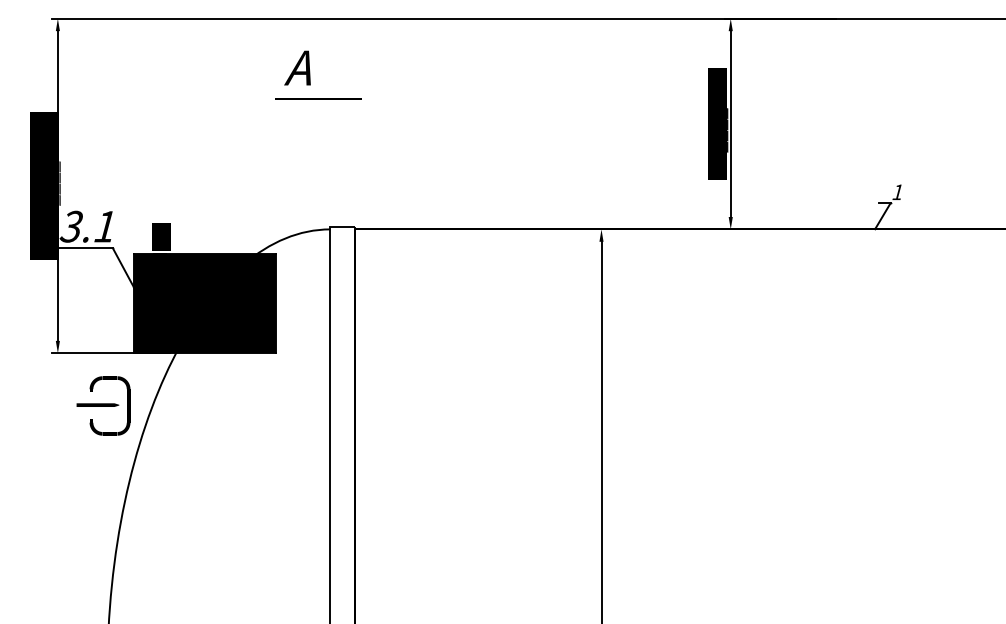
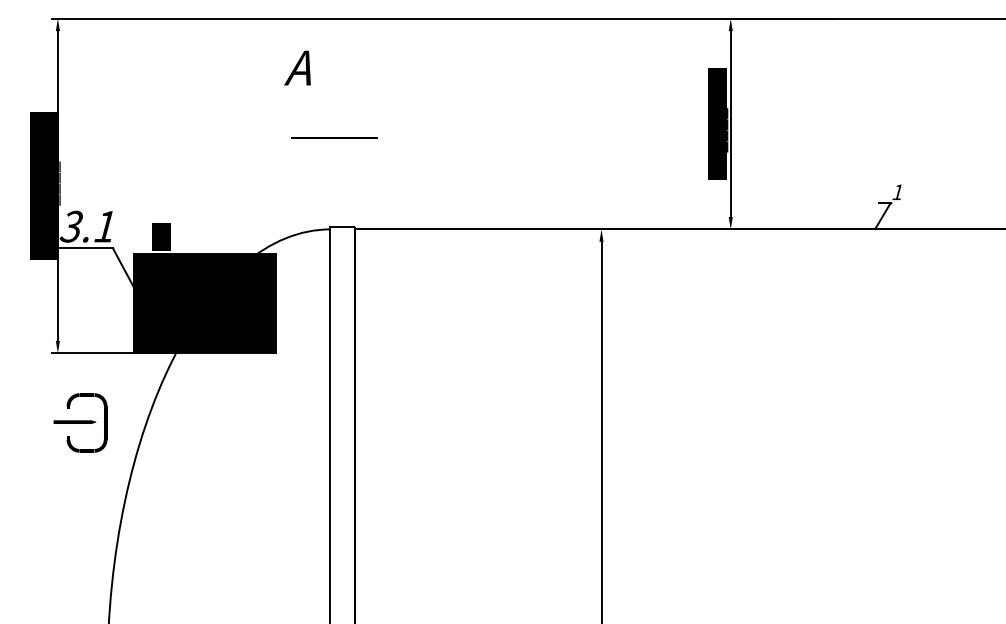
line at (318, 98) position: (318, 98) -> (334, 137)
part at (103, 405) position: (103, 405) -> (80, 422)
